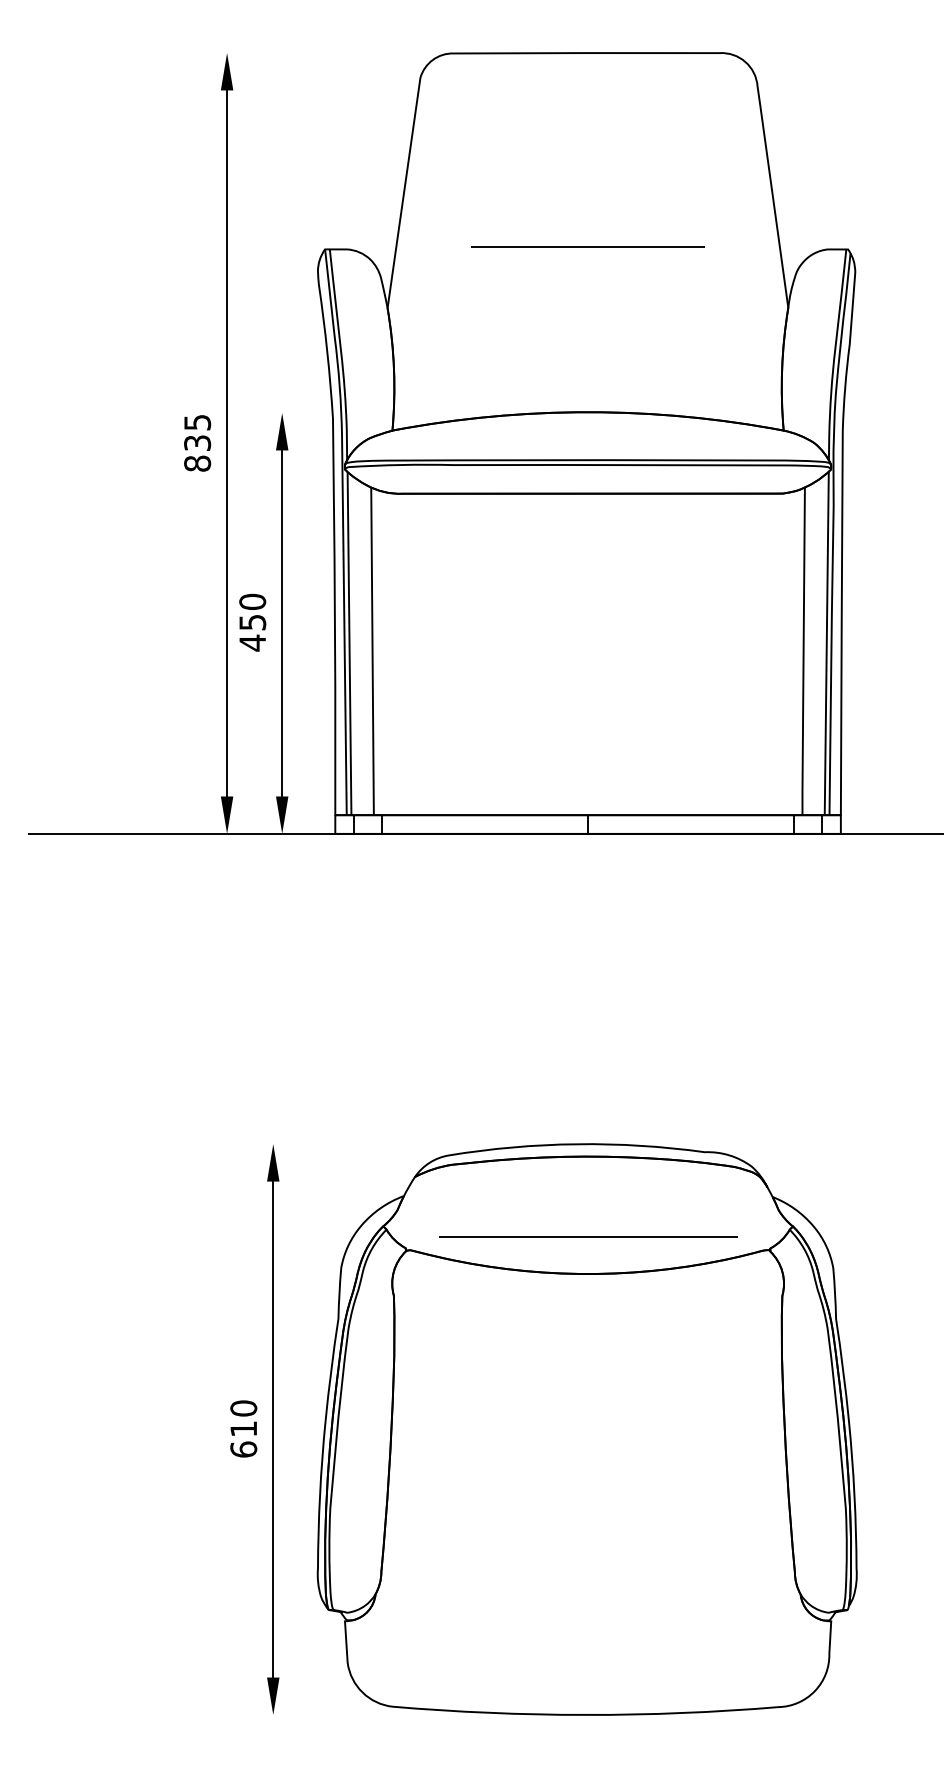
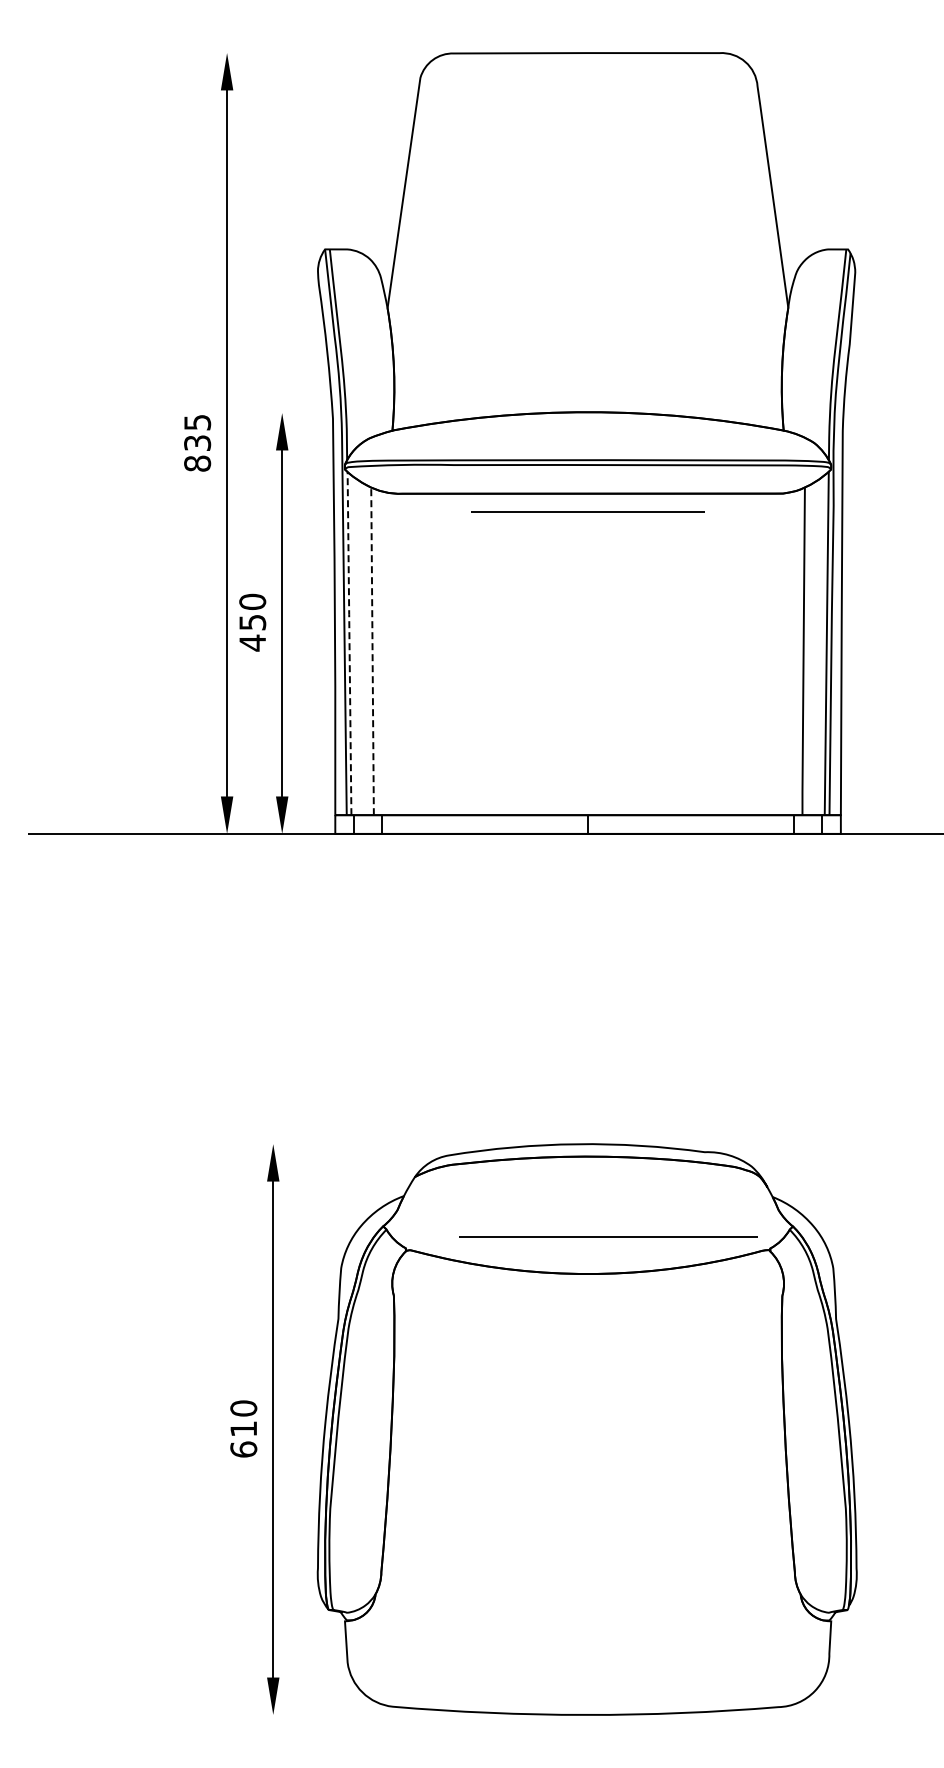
line at (587, 246) position: (587, 246) -> (587, 511)
line at (349, 642): solid -> dashed
line at (372, 650): solid -> dashed
line at (588, 1236) position: (588, 1236) -> (608, 1236)
